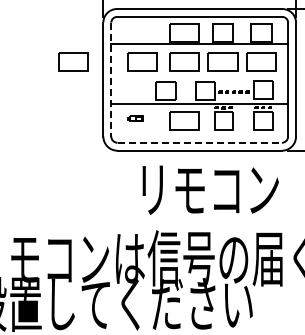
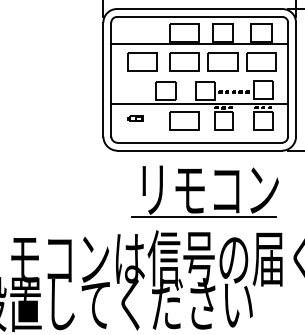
part at (73, 61): present -> none
line at (111, 79): dashed -> solid
line at (200, 142): dashed -> solid
line at (204, 216): none -> present
